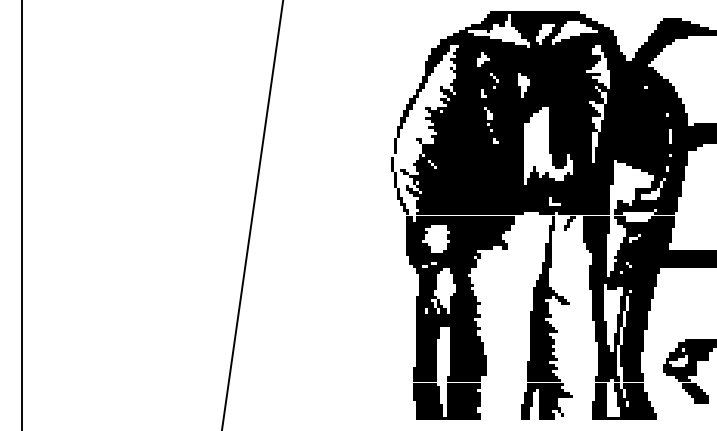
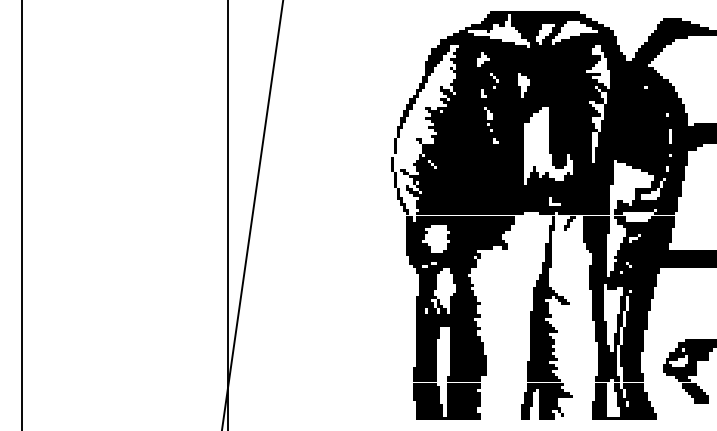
line at (227, 214): none -> present
